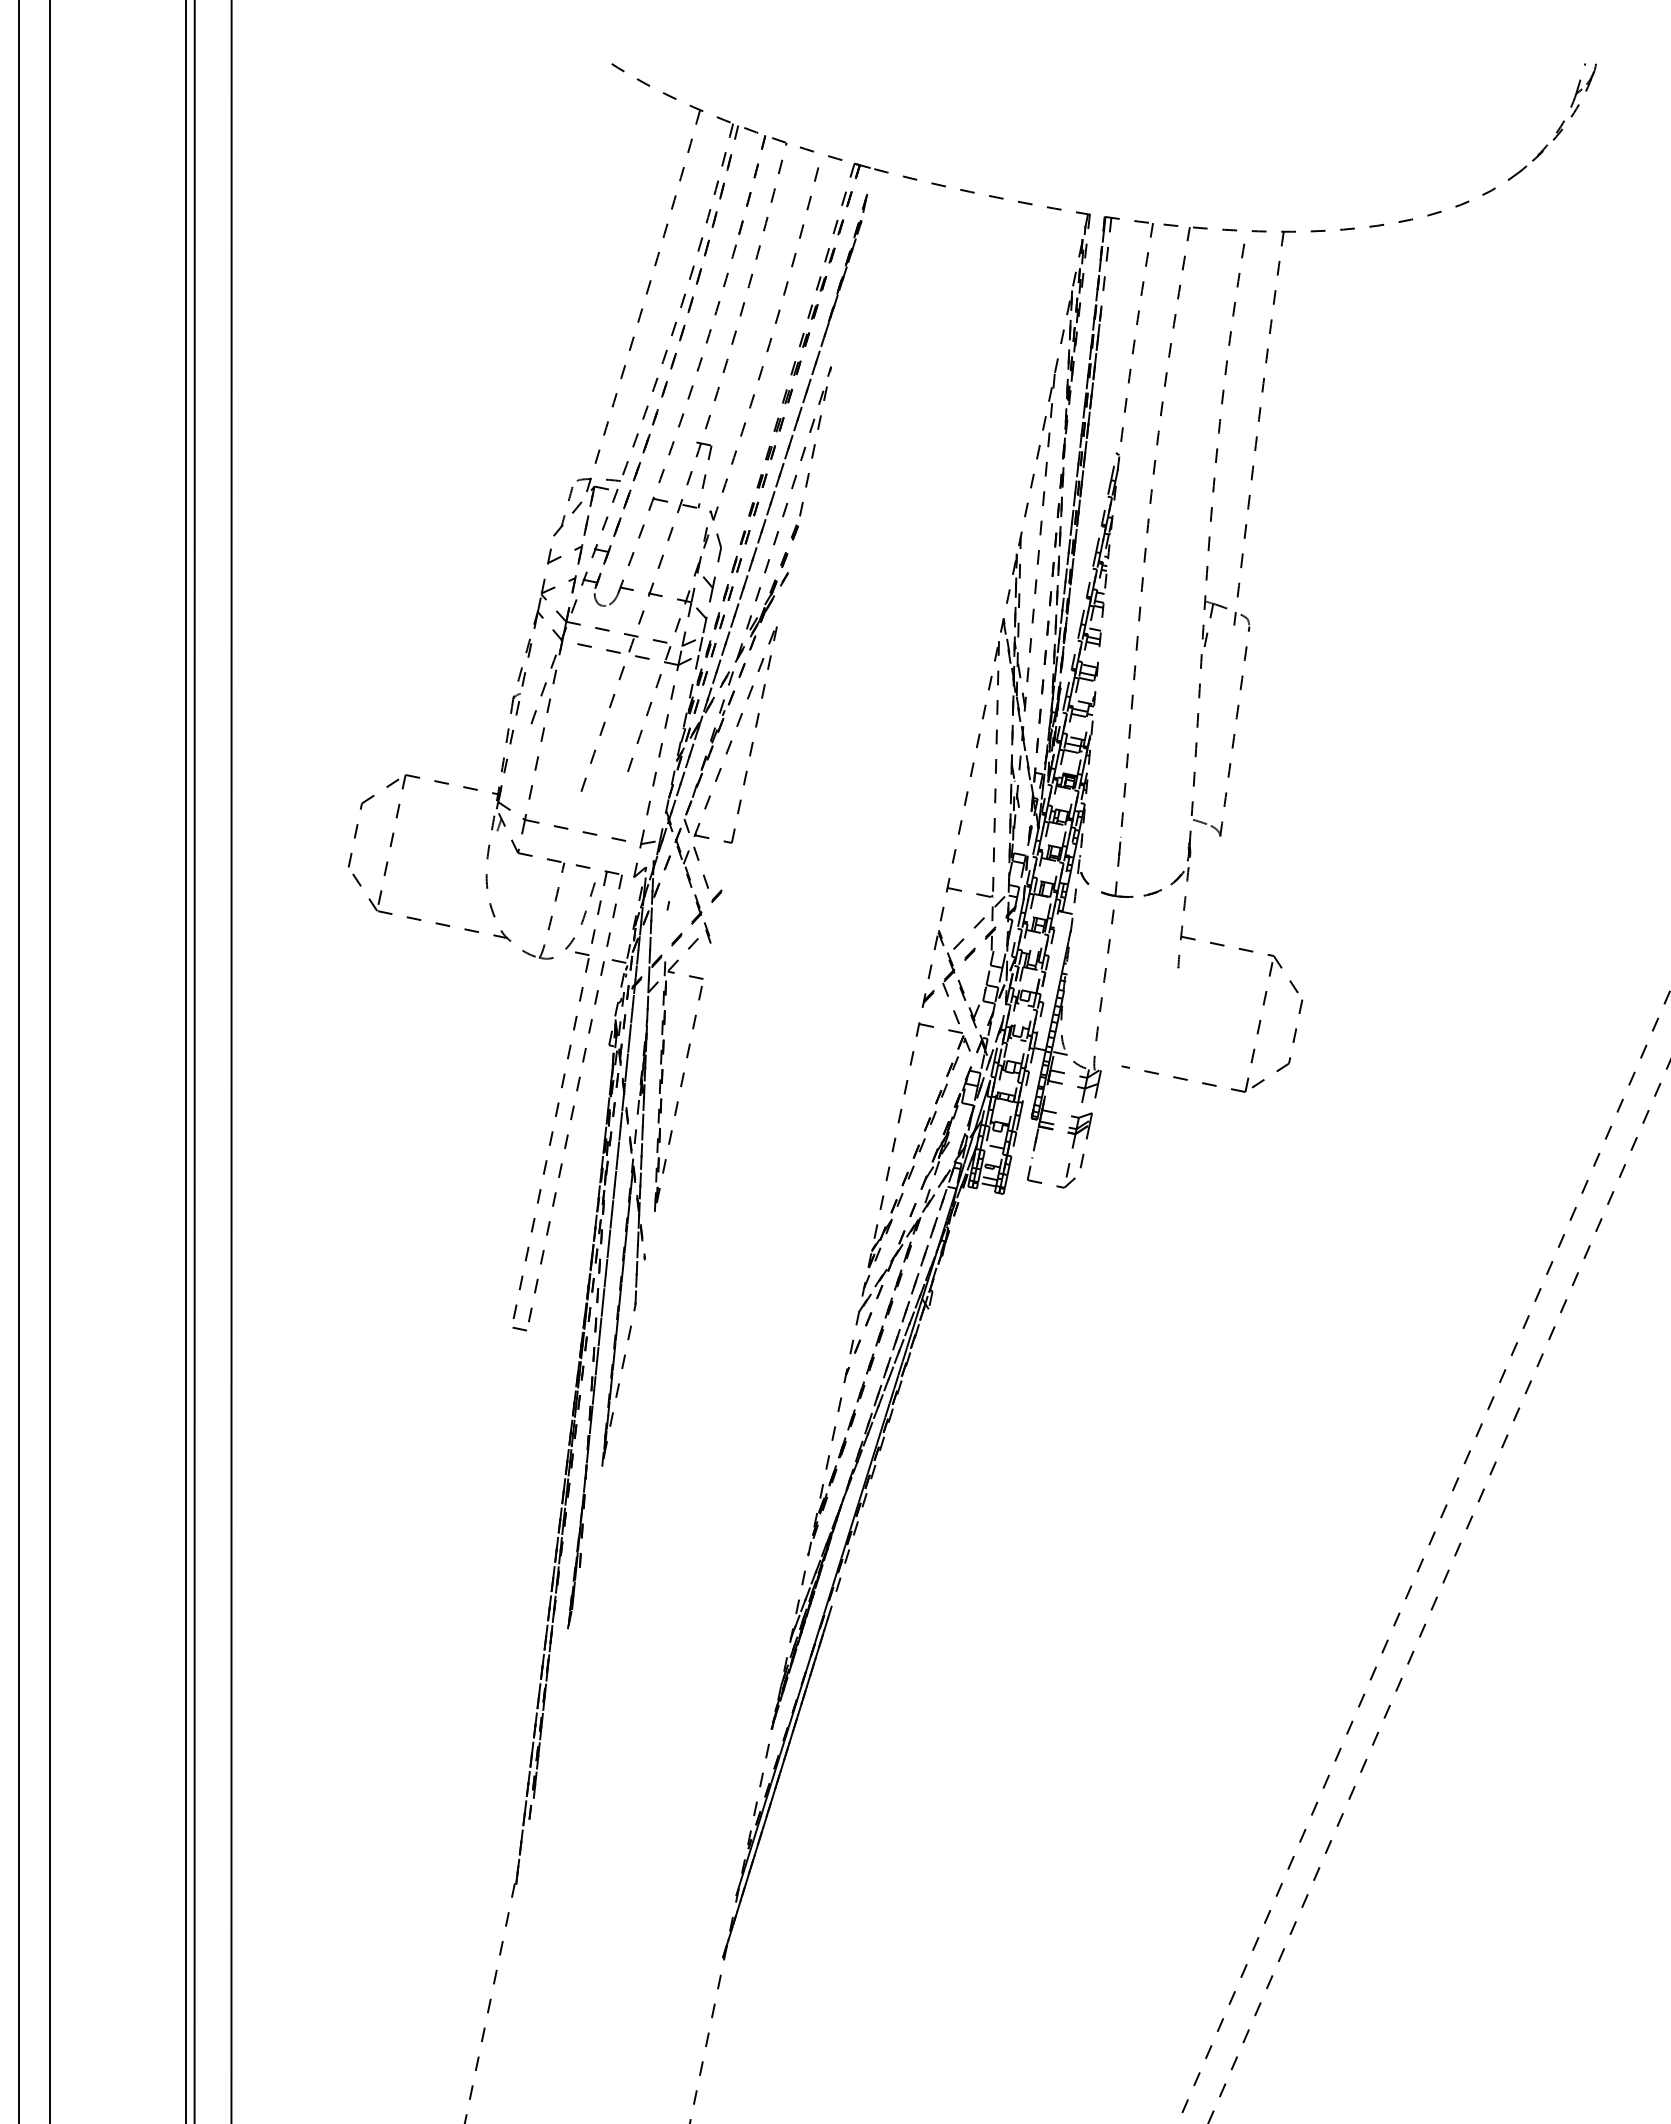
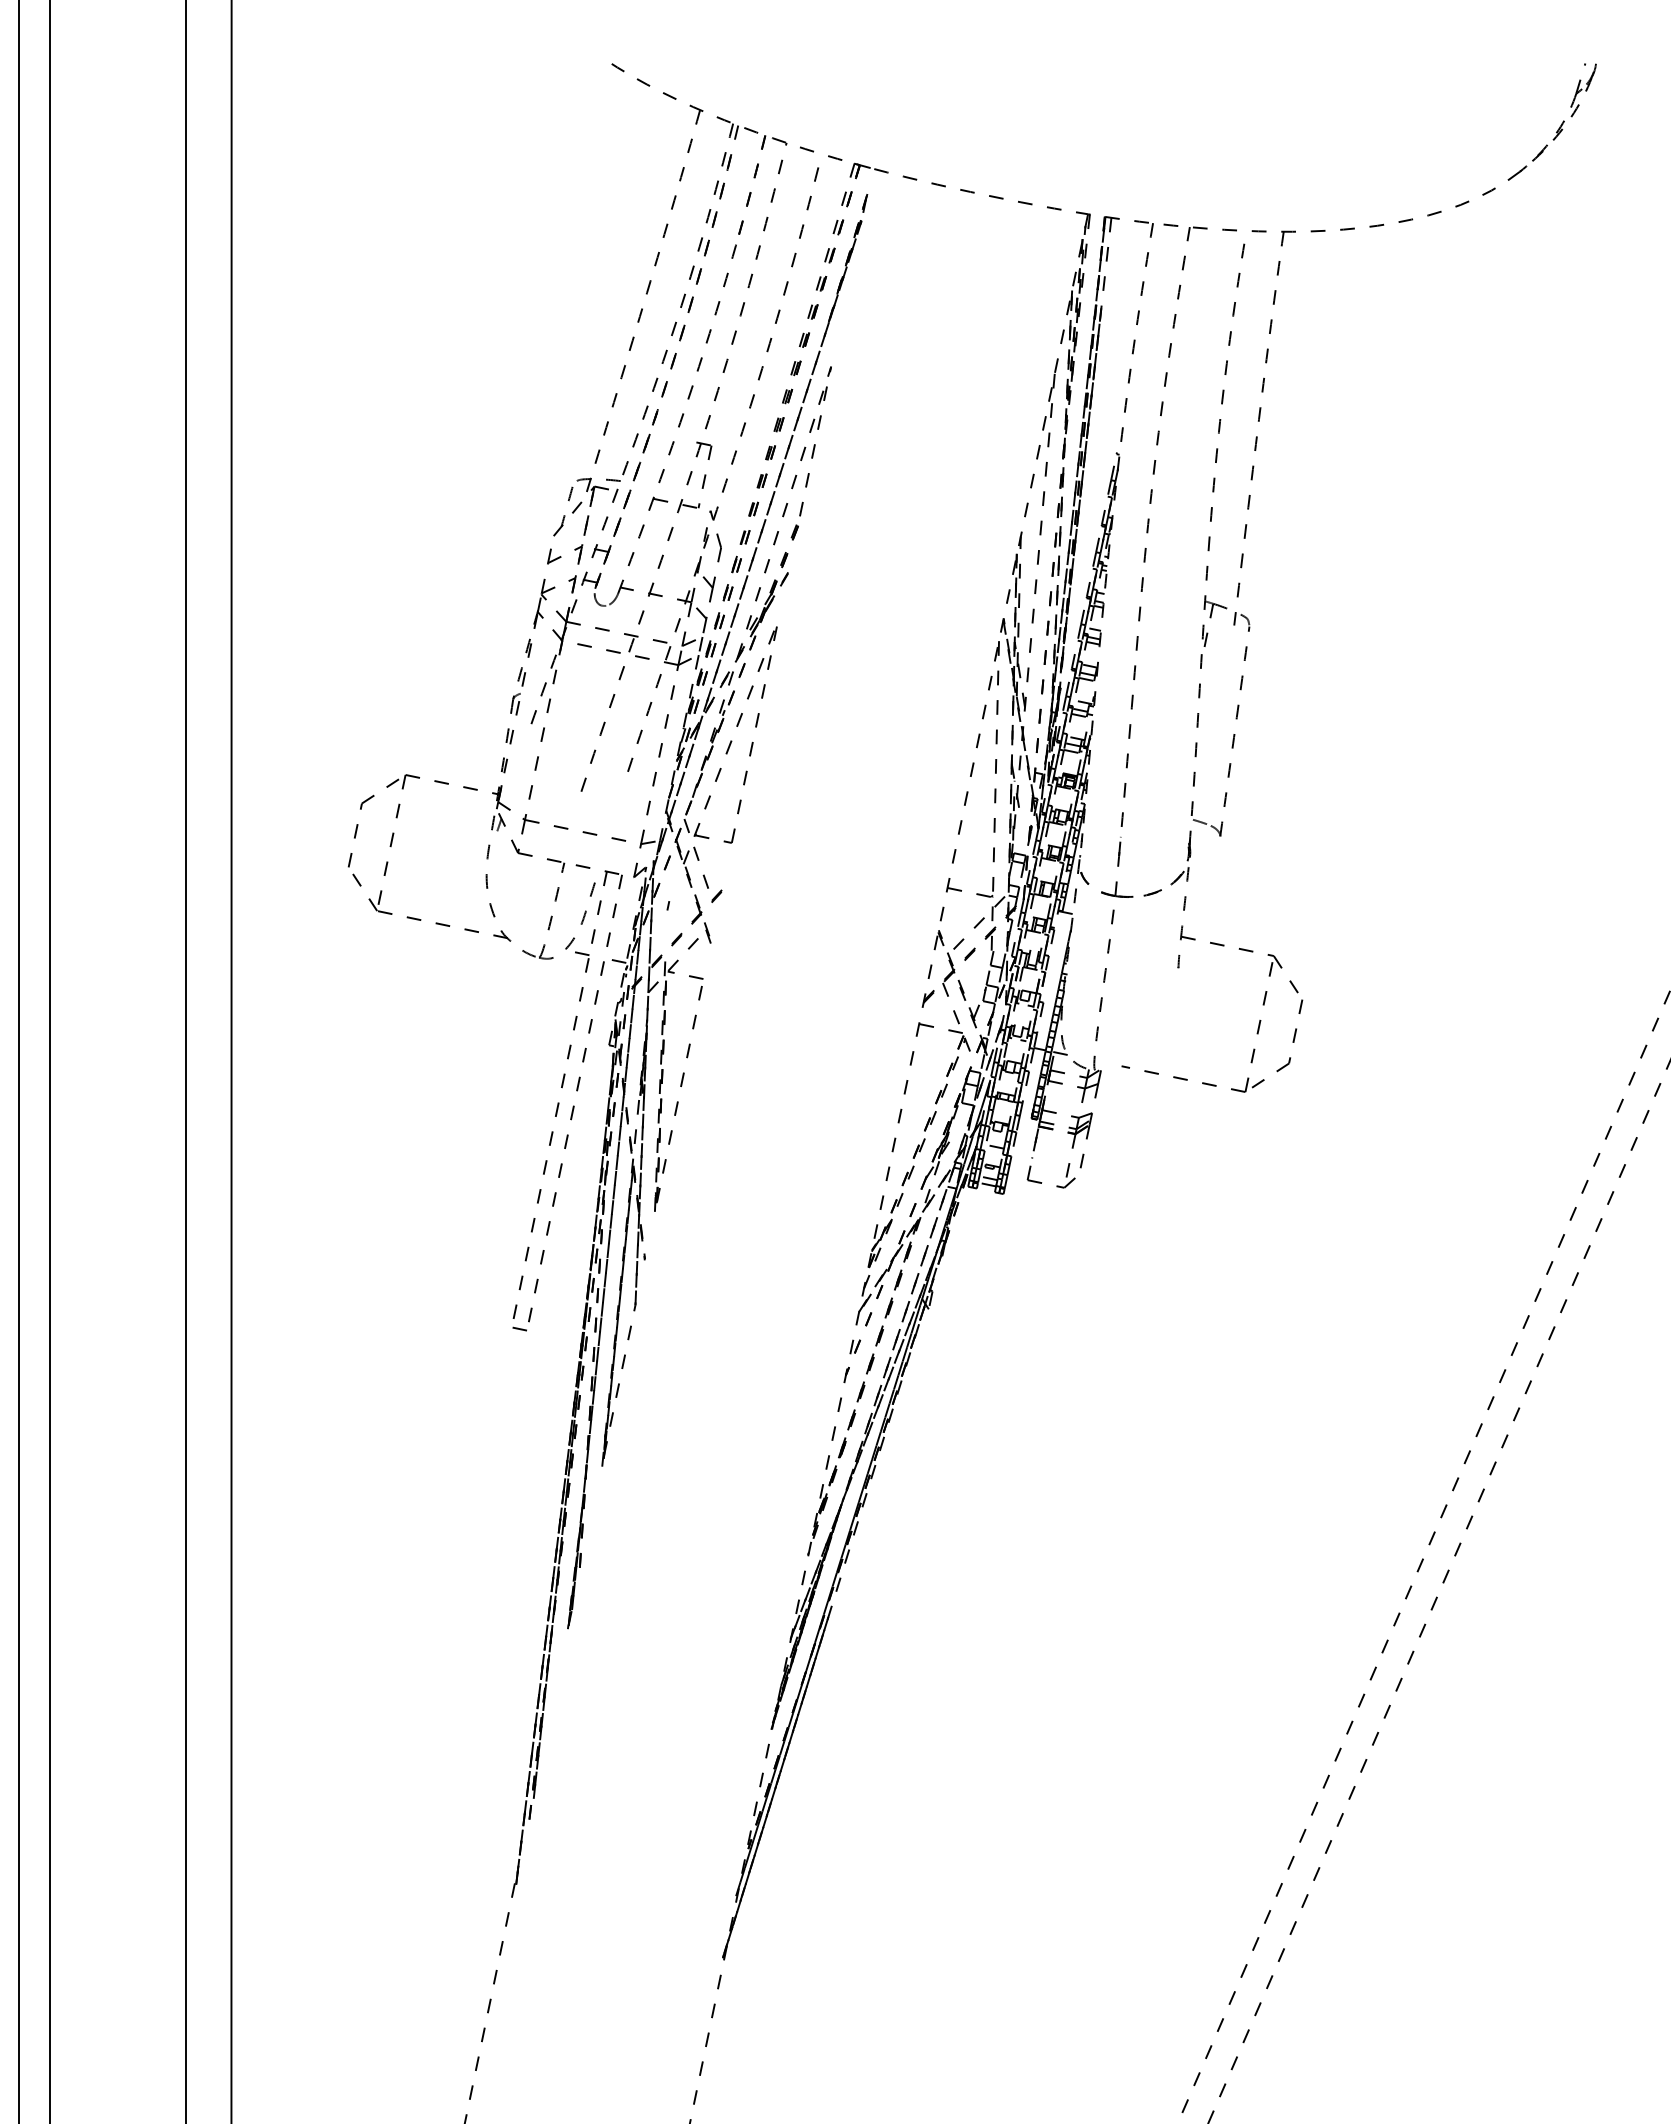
line at (194, 1061): present -> none
